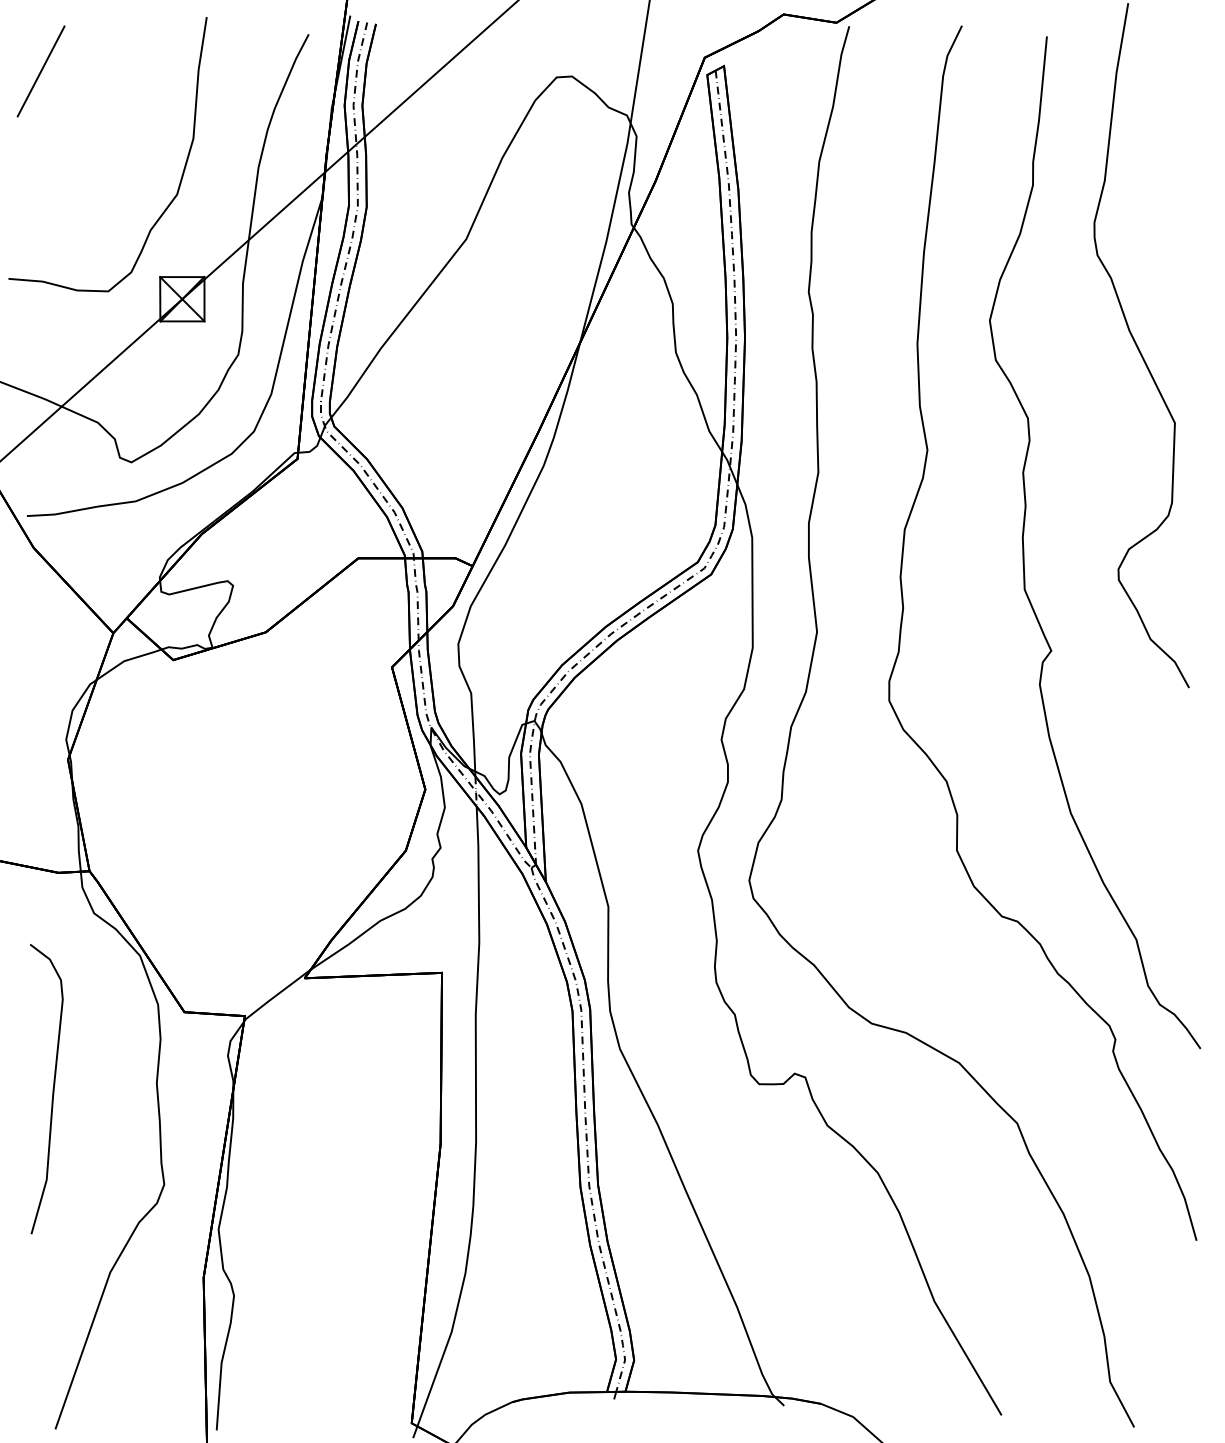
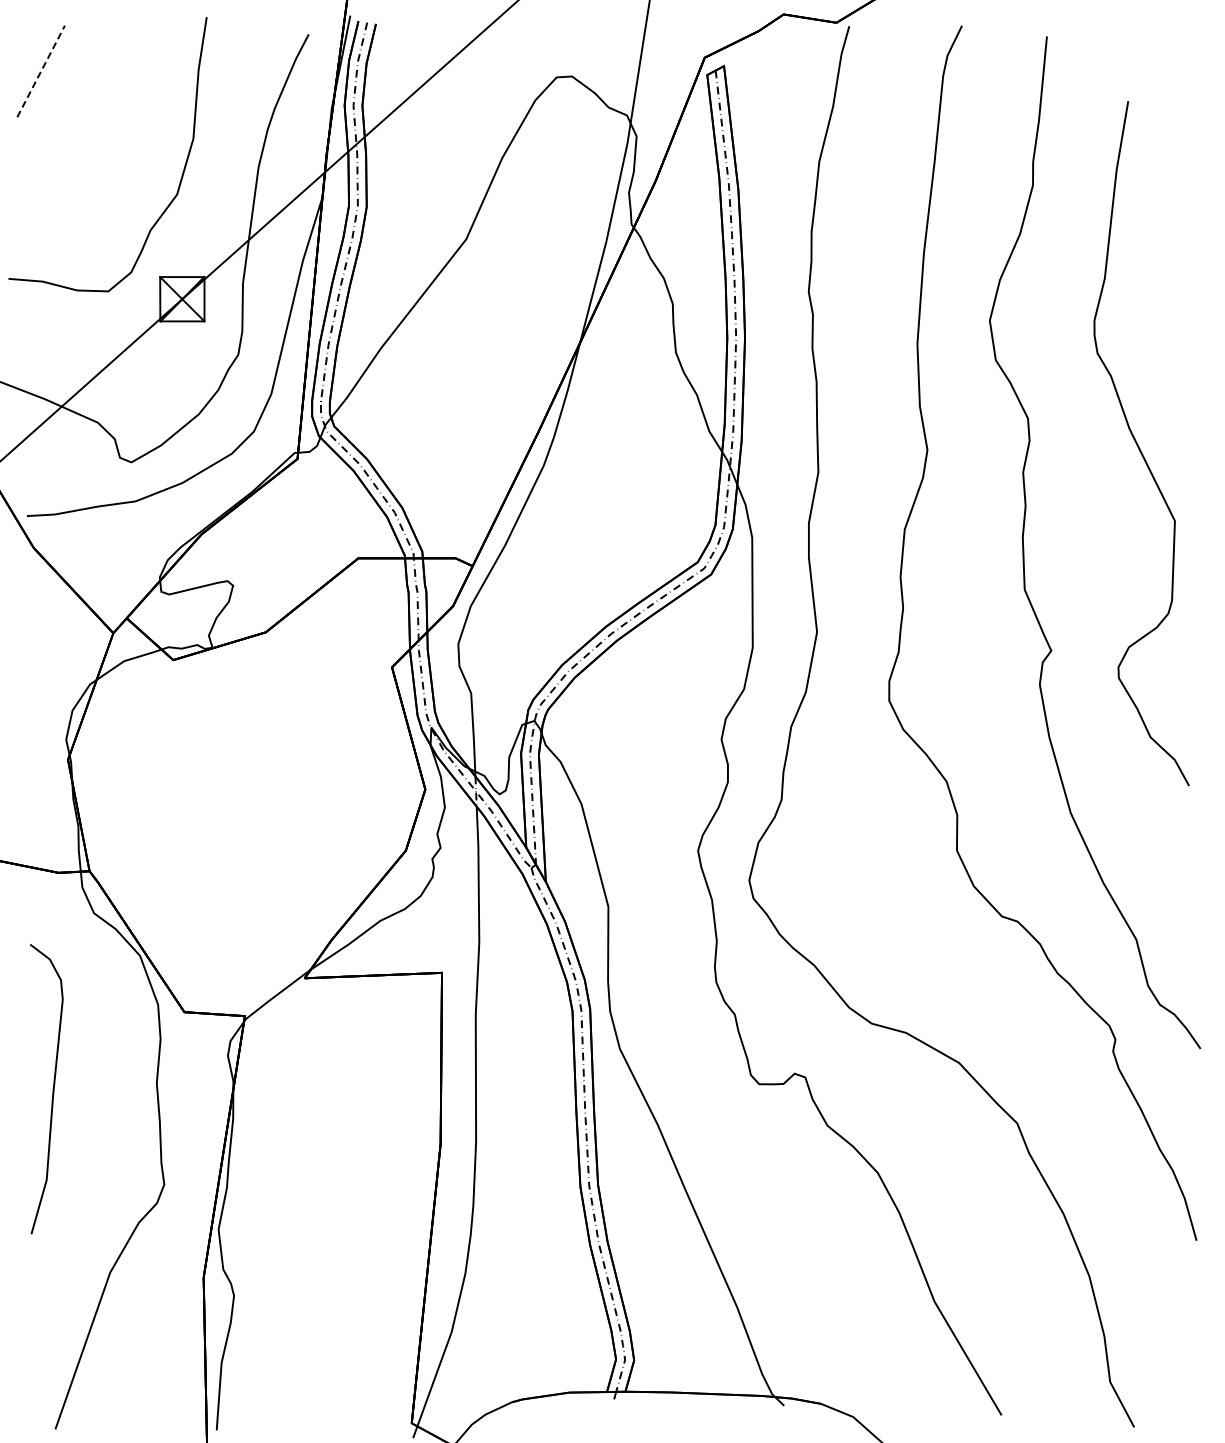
line at (41, 71): solid -> dashed
curve at (1138, 346) position: (1138, 346) -> (1138, 444)
